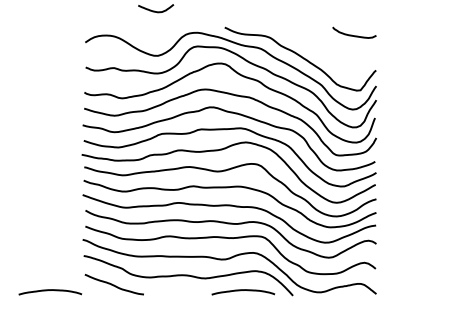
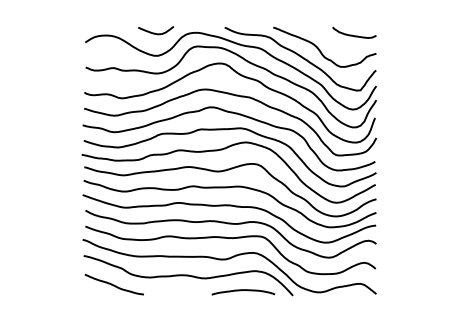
curve at (154, 10) position: (154, 10) -> (154, 32)
curve at (319, 48): none -> present
curve at (50, 290): present -> none
